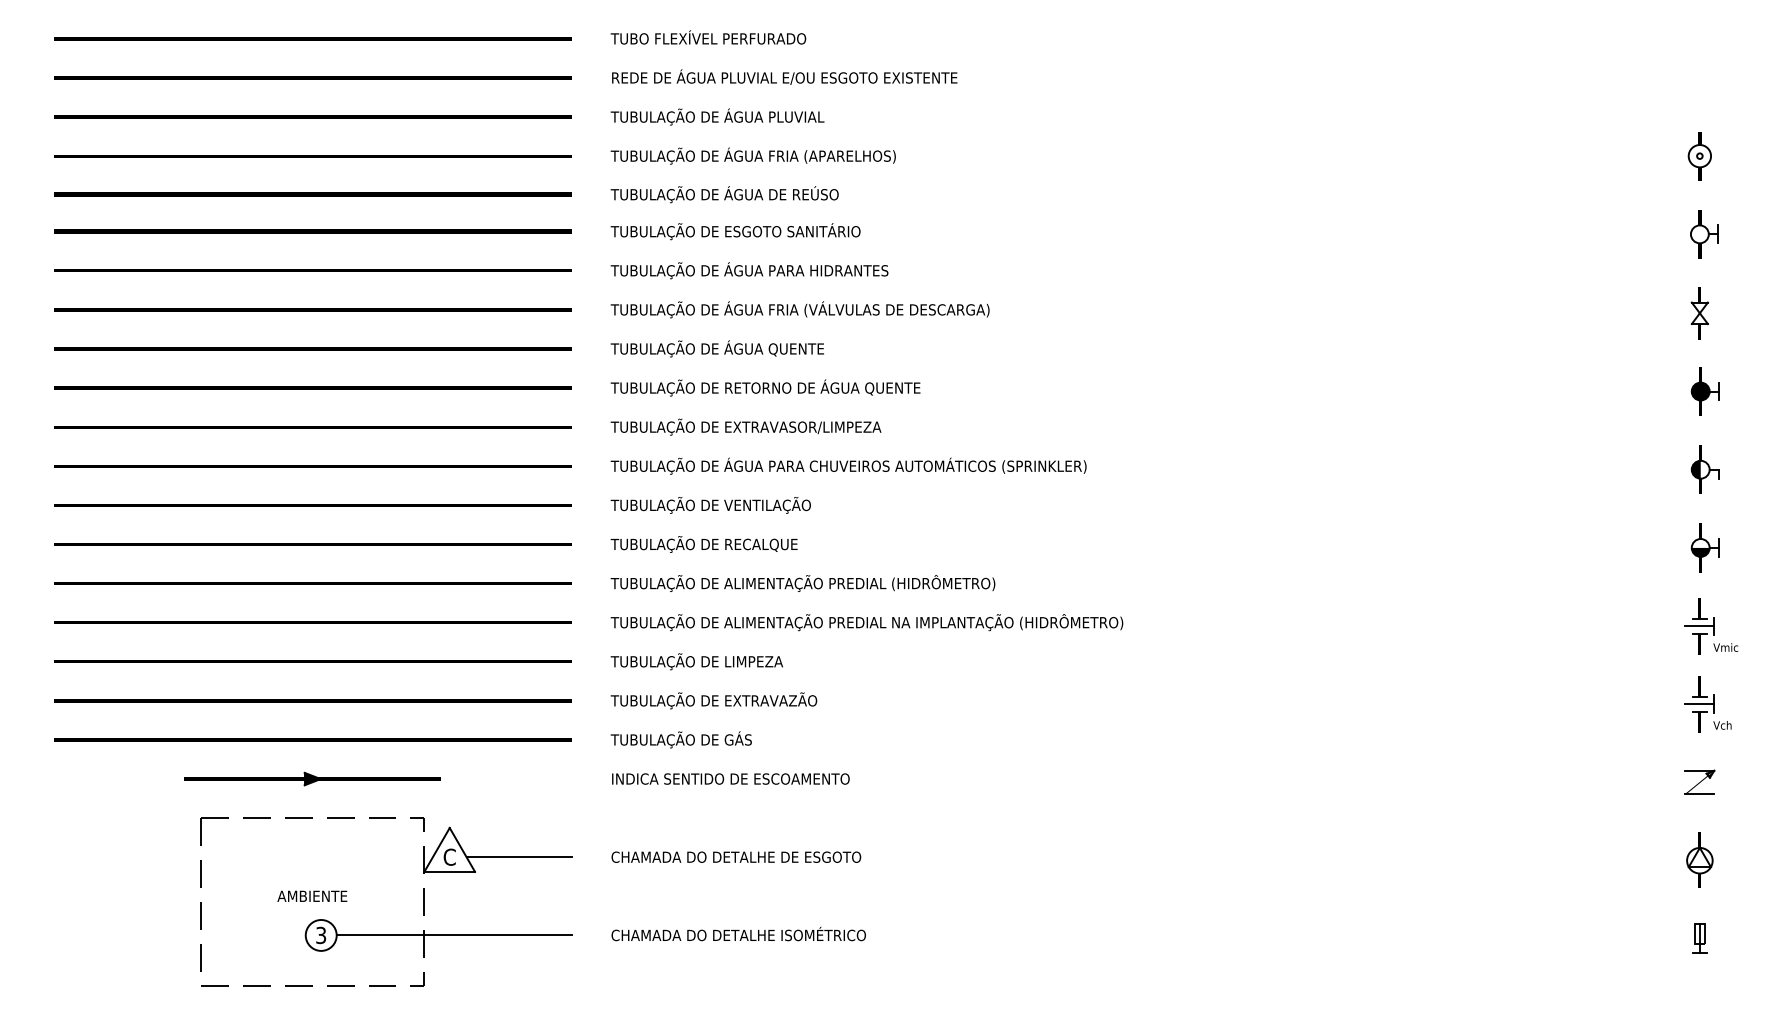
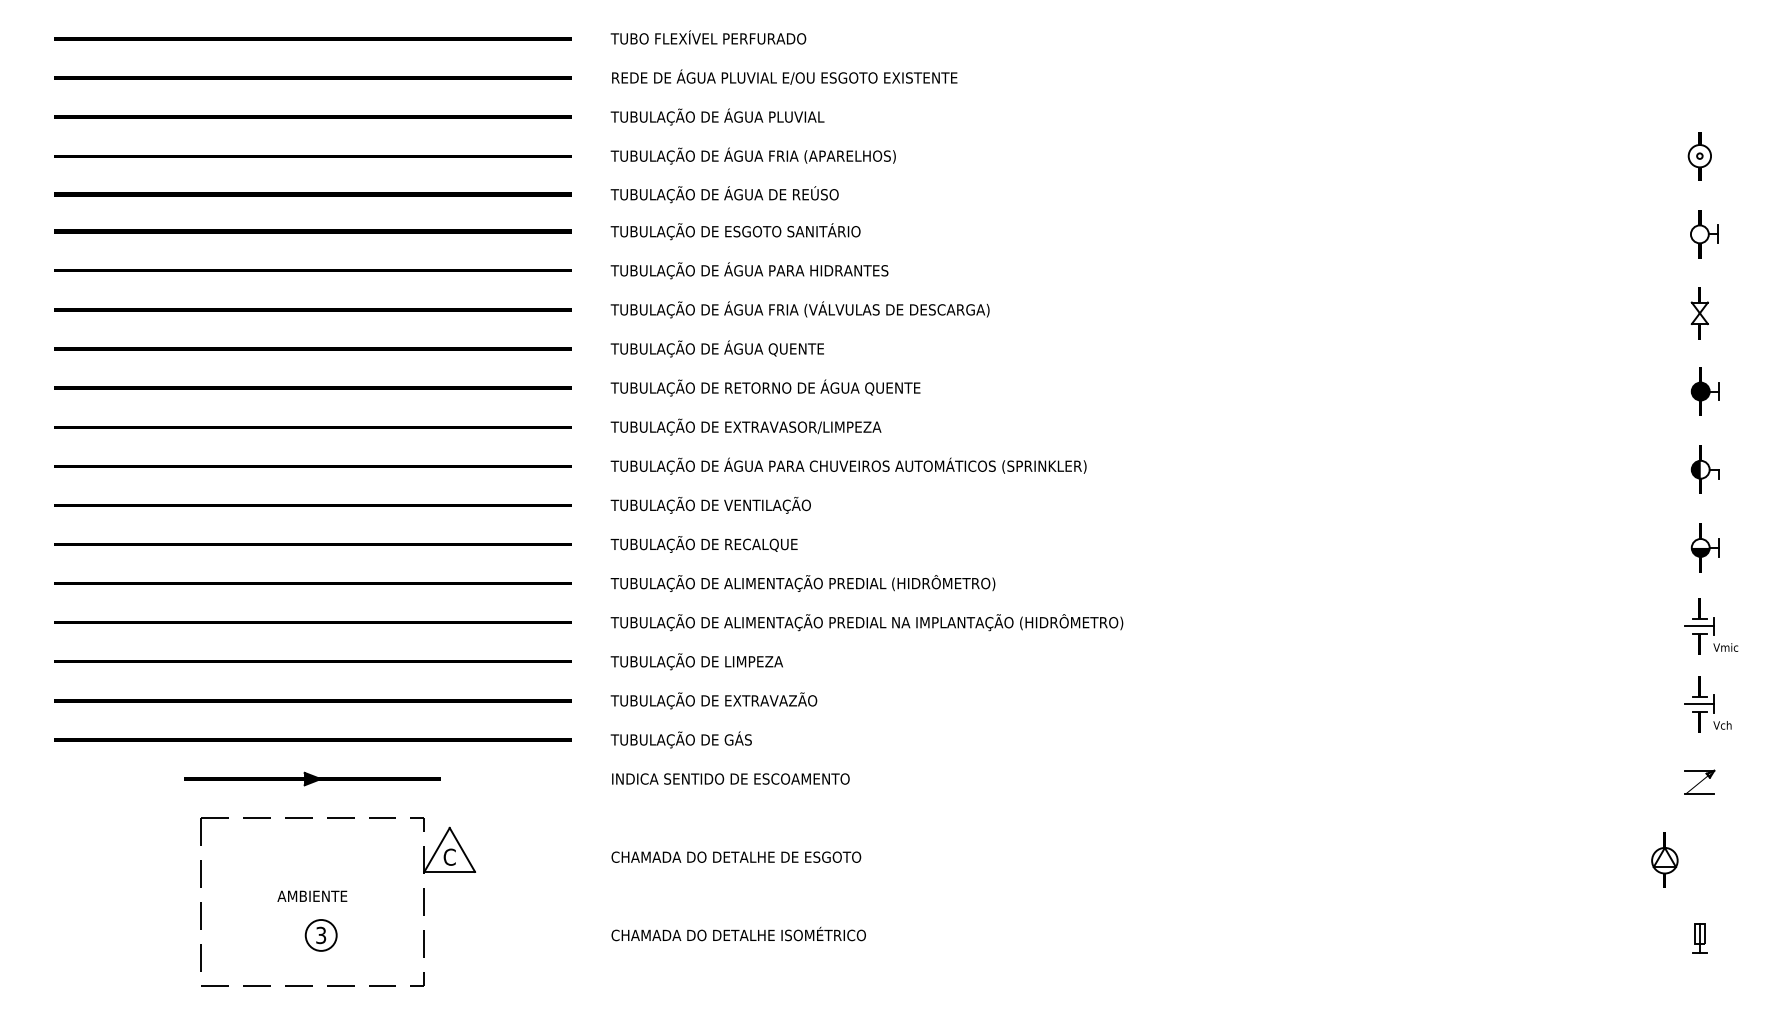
line at (518, 857): present -> none
part at (1699, 859) position: (1699, 859) -> (1664, 859)
line at (453, 935): present -> none
